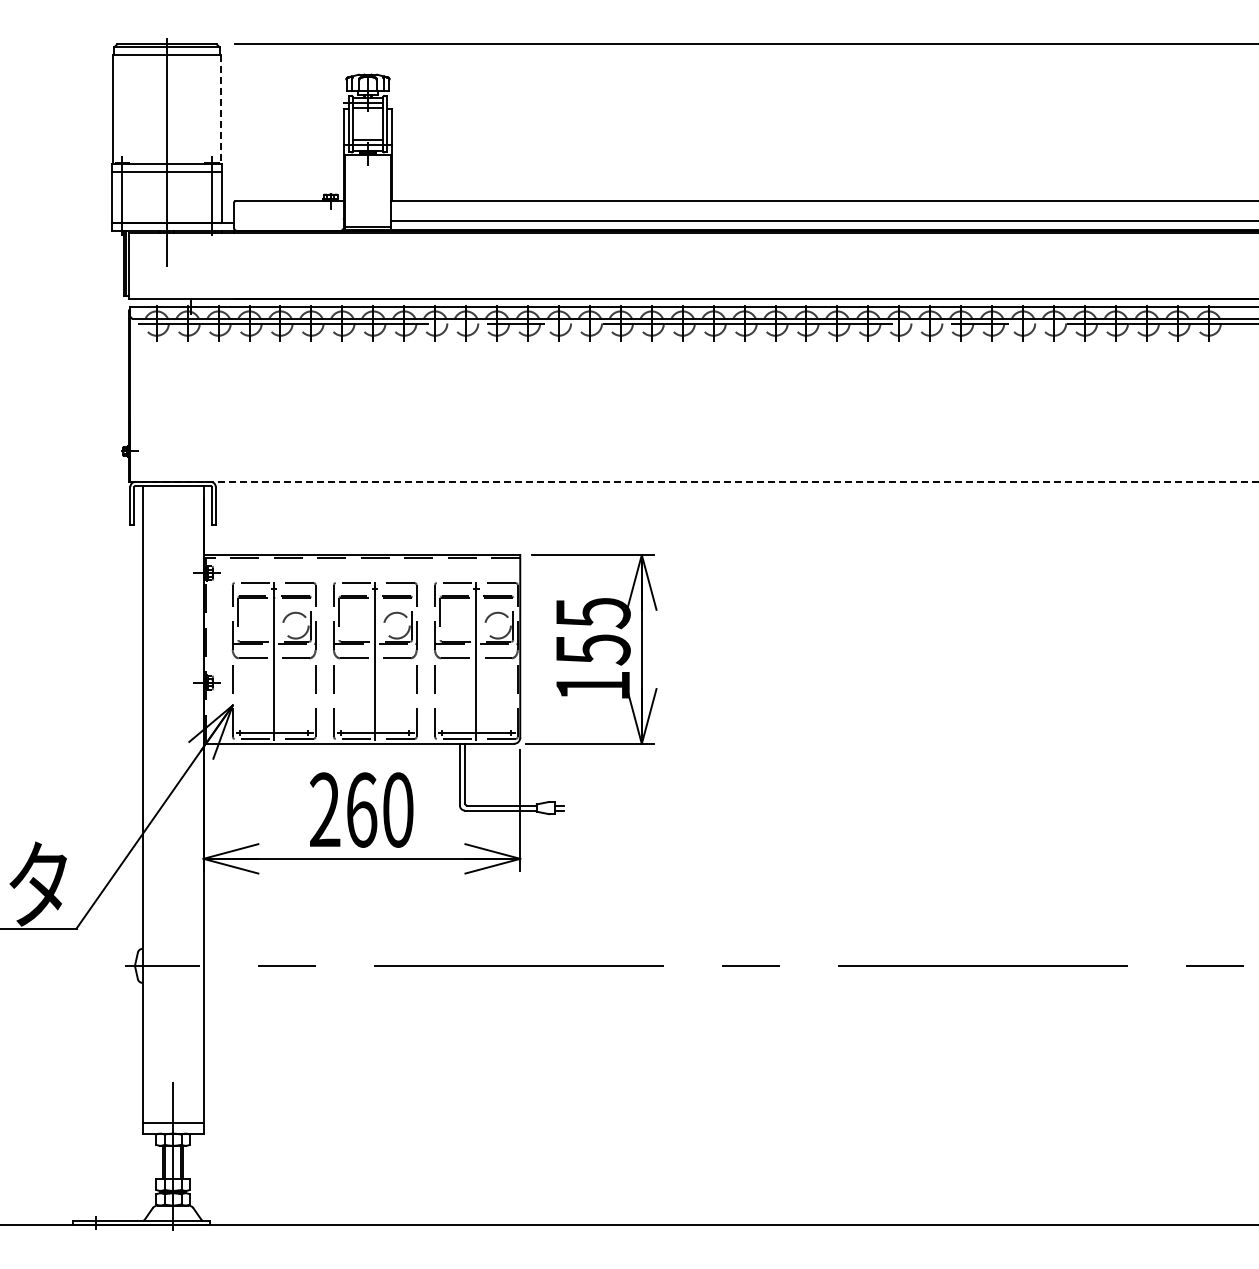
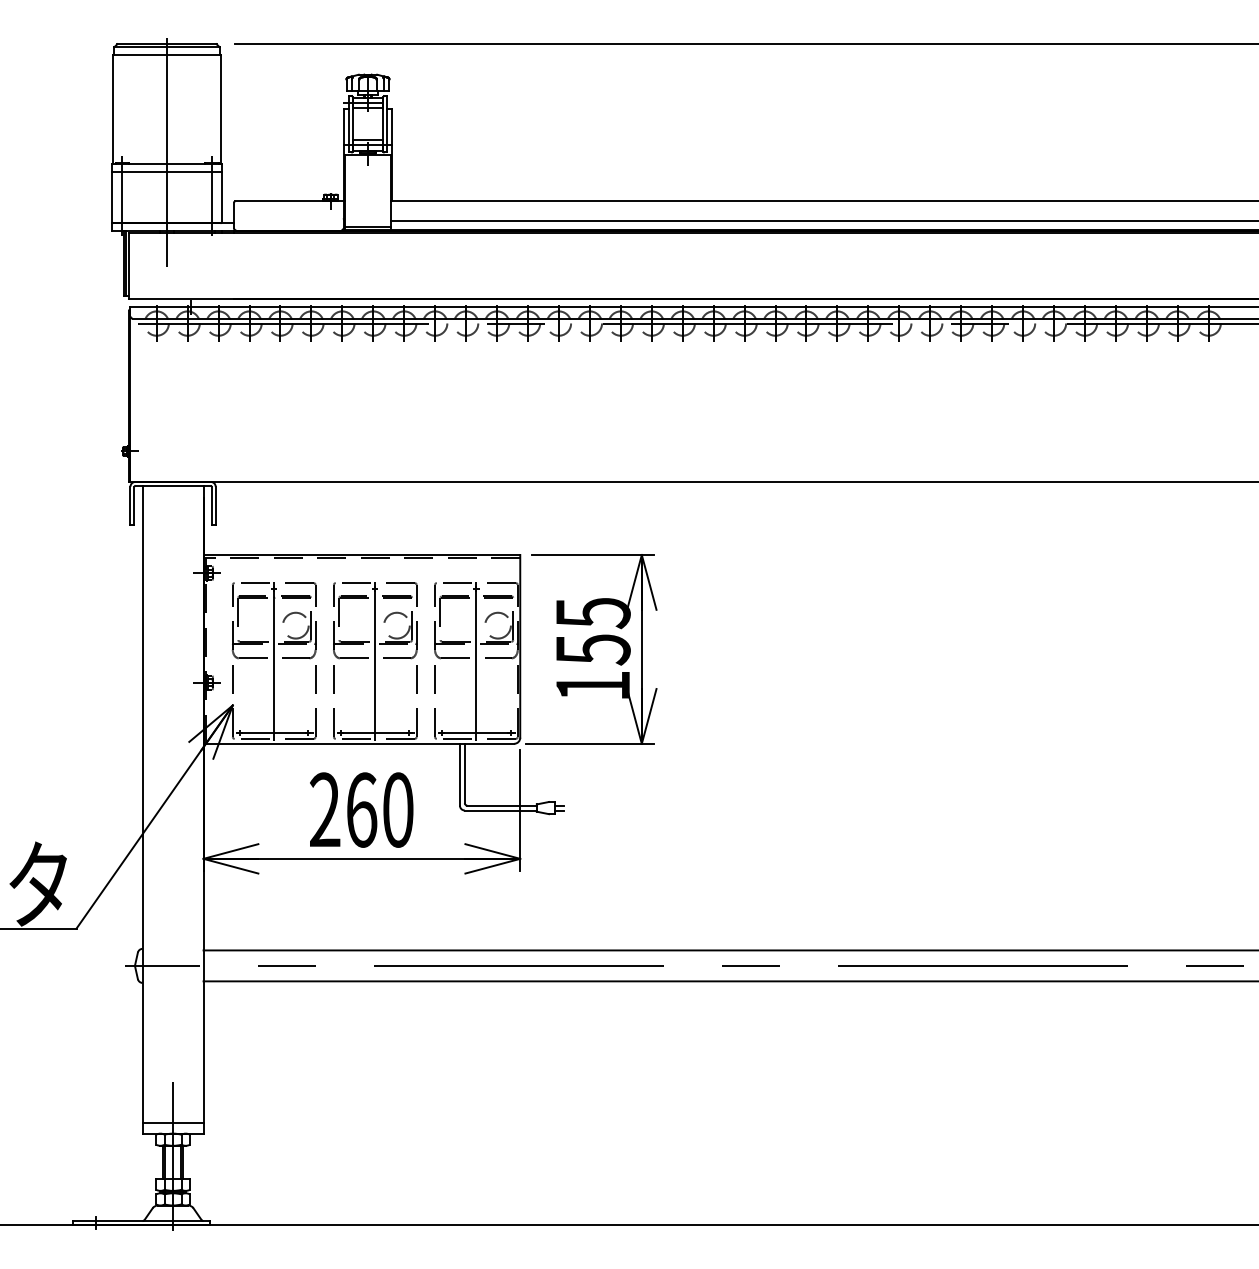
line at (221, 109): dashed -> solid
line at (694, 481): dashed -> solid
line at (729, 950): none -> present
line at (729, 981): none -> present
